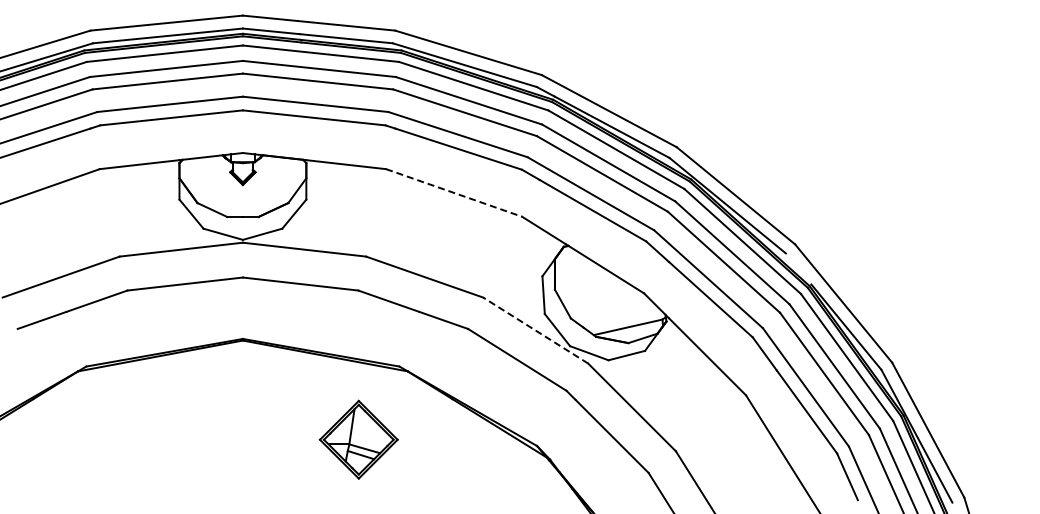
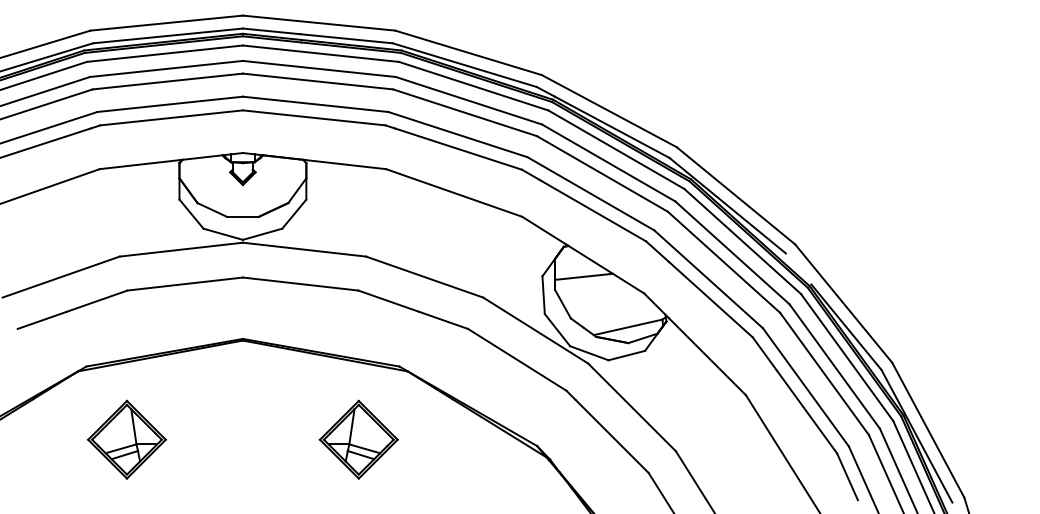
line at (454, 193): dashed -> solid
line at (583, 276): none -> present
line at (535, 330): dashed -> solid
part at (126, 439): none -> present
